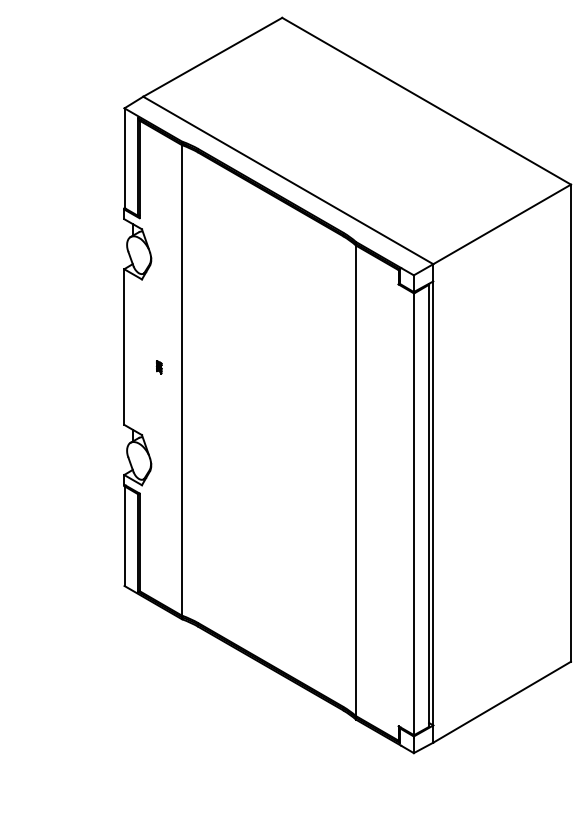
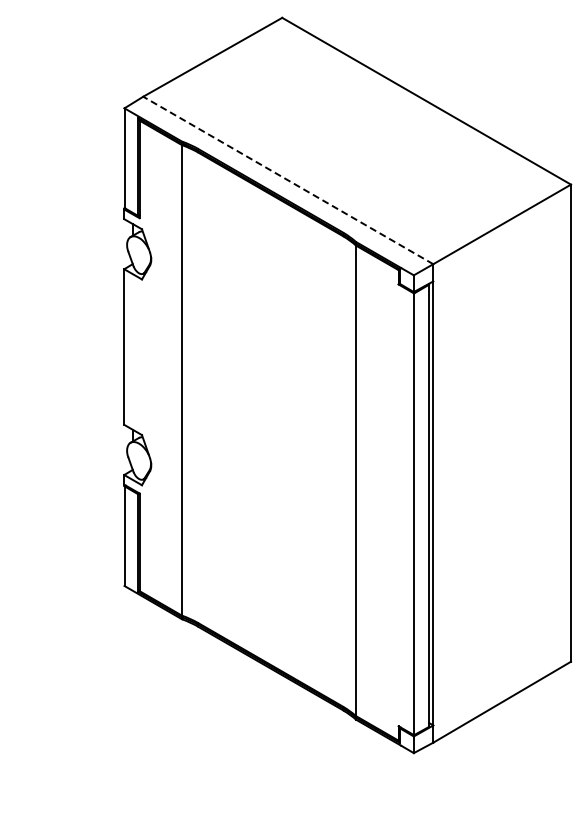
line at (287, 180): solid -> dashed
part at (158, 367): present -> none
